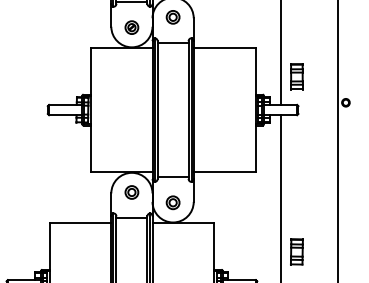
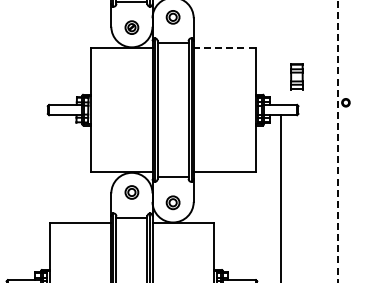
line at (224, 48): solid -> dashed
line at (281, 53): present -> none
line at (338, 141): solid -> dashed
part at (296, 251): present -> none
